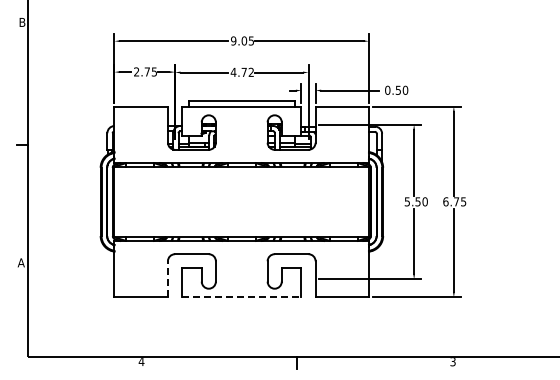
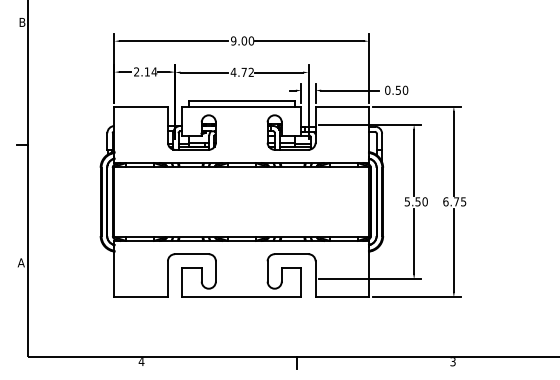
text at (251, 40): 9.05 -> 9.00
text at (150, 71): 2.75 -> 2.14
line at (167, 278): dashed -> solid
line at (241, 297): dashed -> solid
